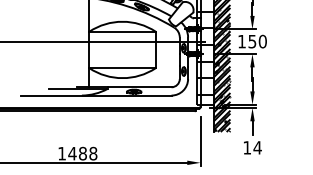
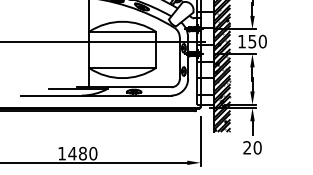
text at (252, 147): 14 -> 20
text at (93, 153): 1488 -> 1480
